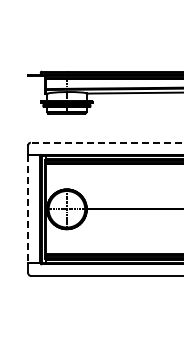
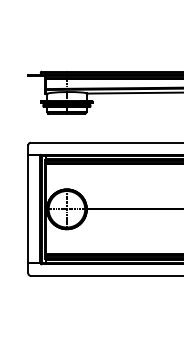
line at (106, 142): dashed -> solid
line at (28, 209): dashed -> solid
